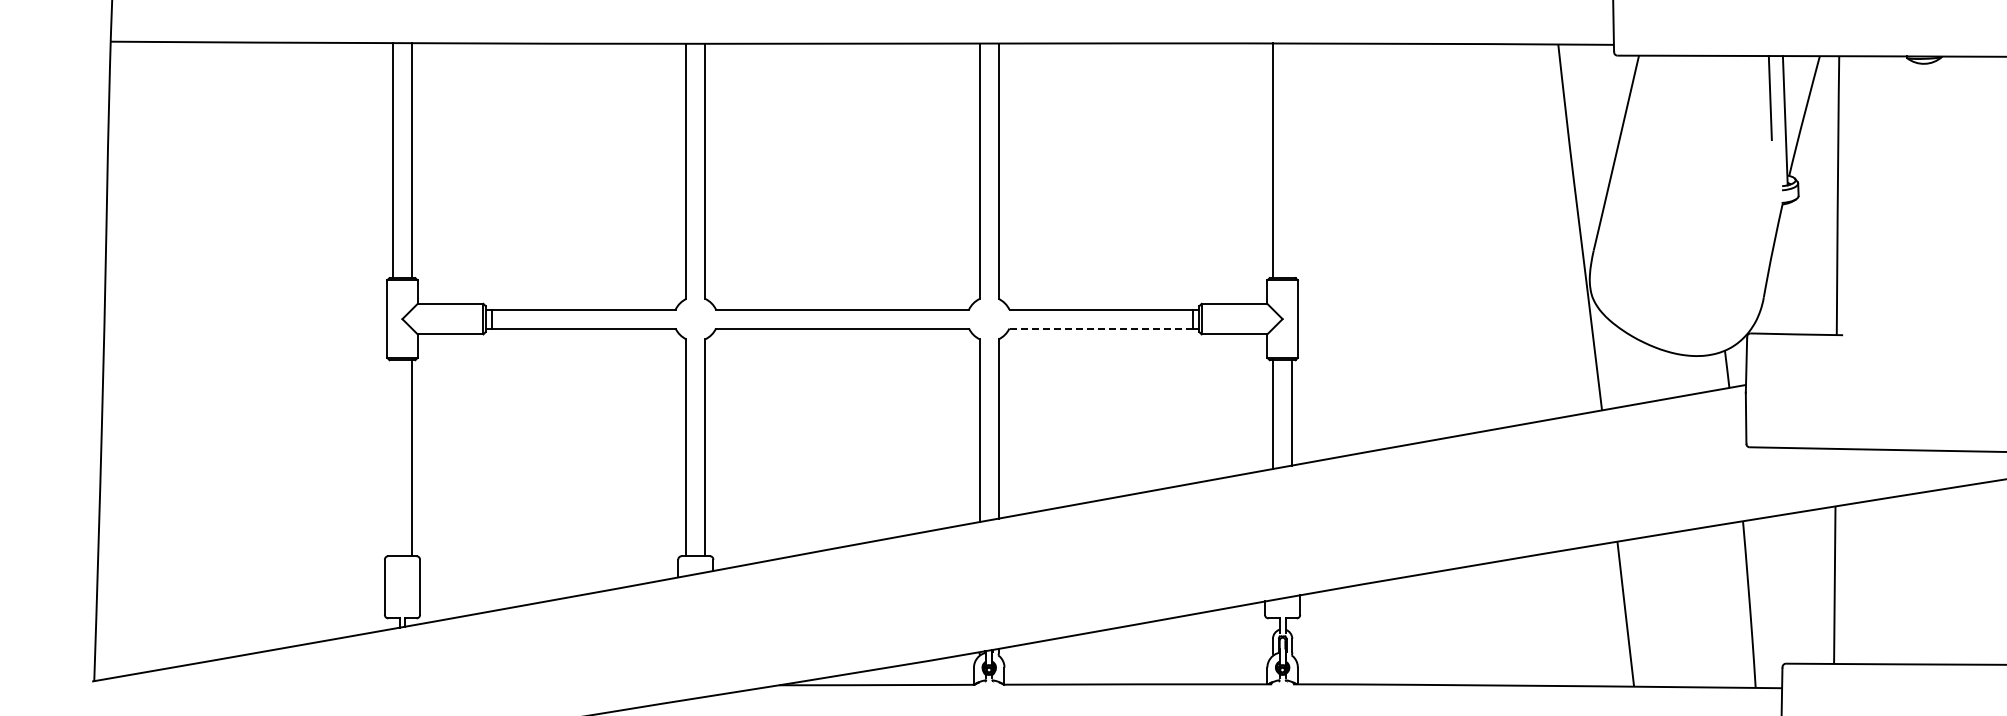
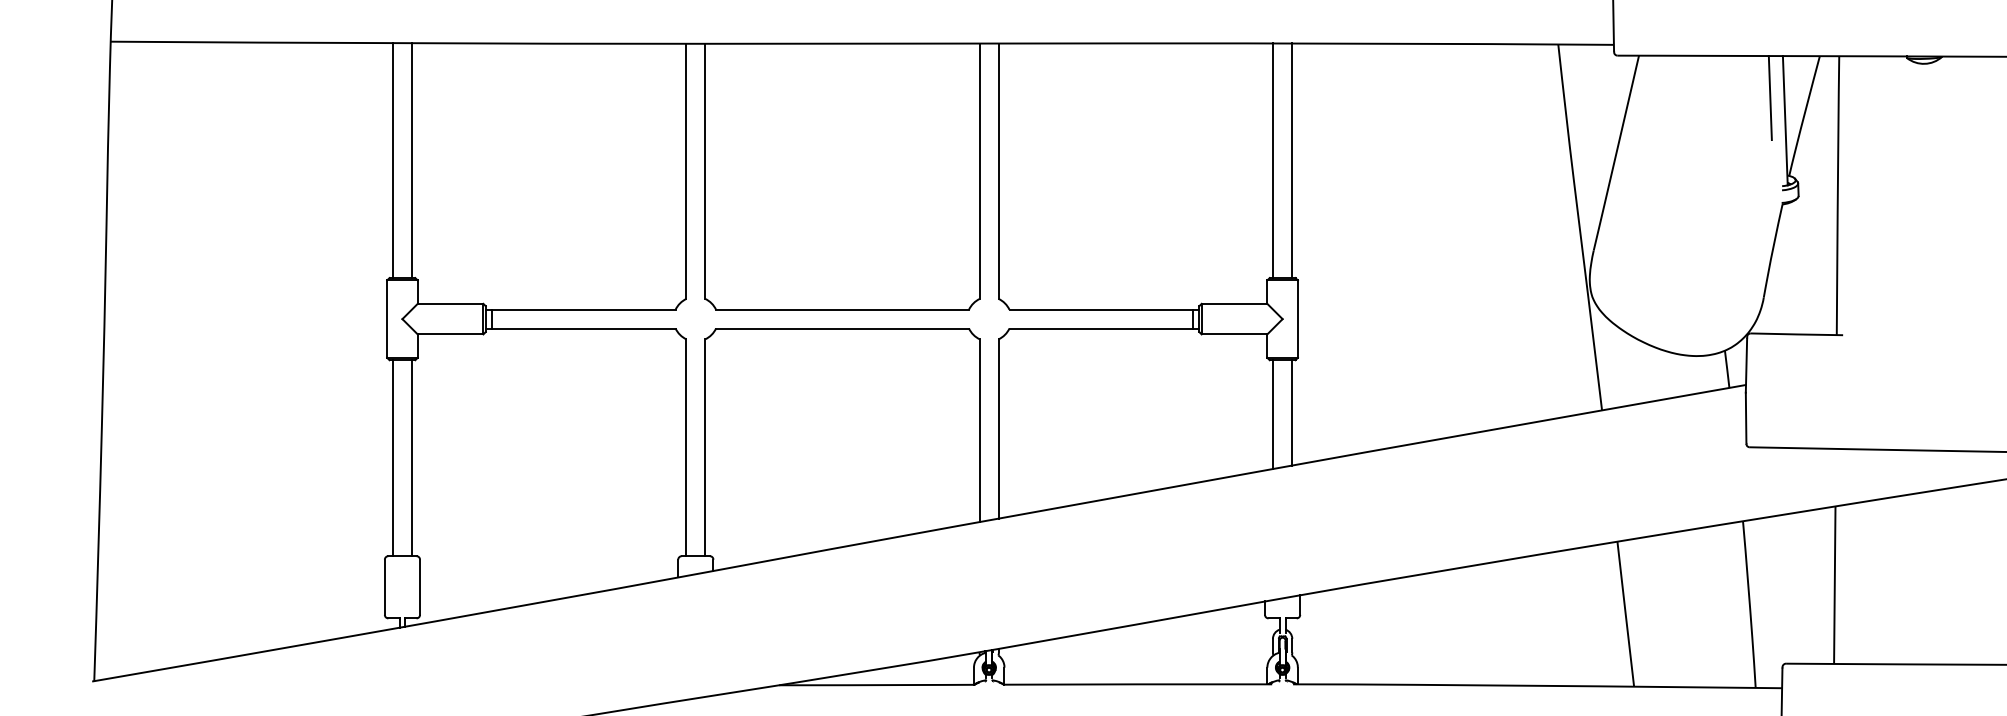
line at (1292, 160): none -> present
line at (1101, 328): dashed -> solid
line at (393, 458): none -> present
